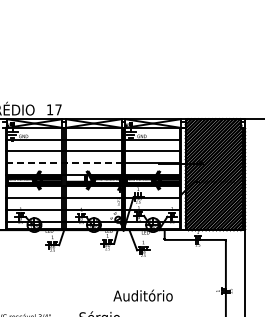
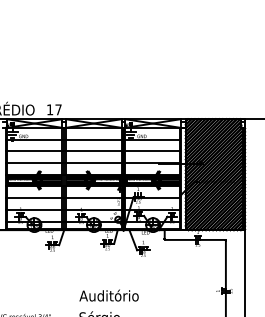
line at (64, 162): dashed -> solid
fill at (78, 177): none -> present
text at (142, 295) position: (142, 295) -> (108, 295)
